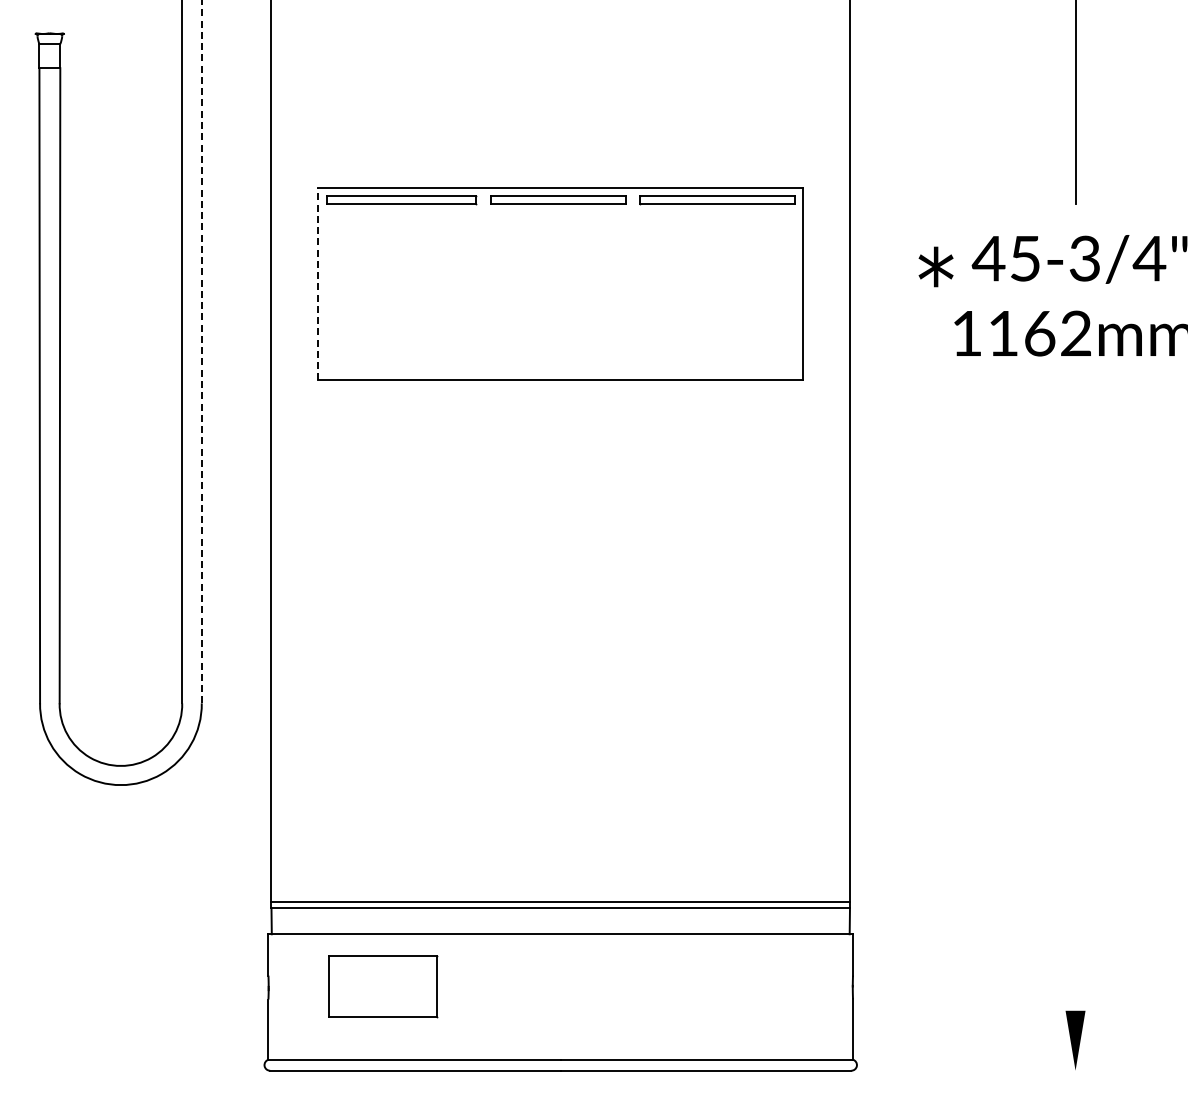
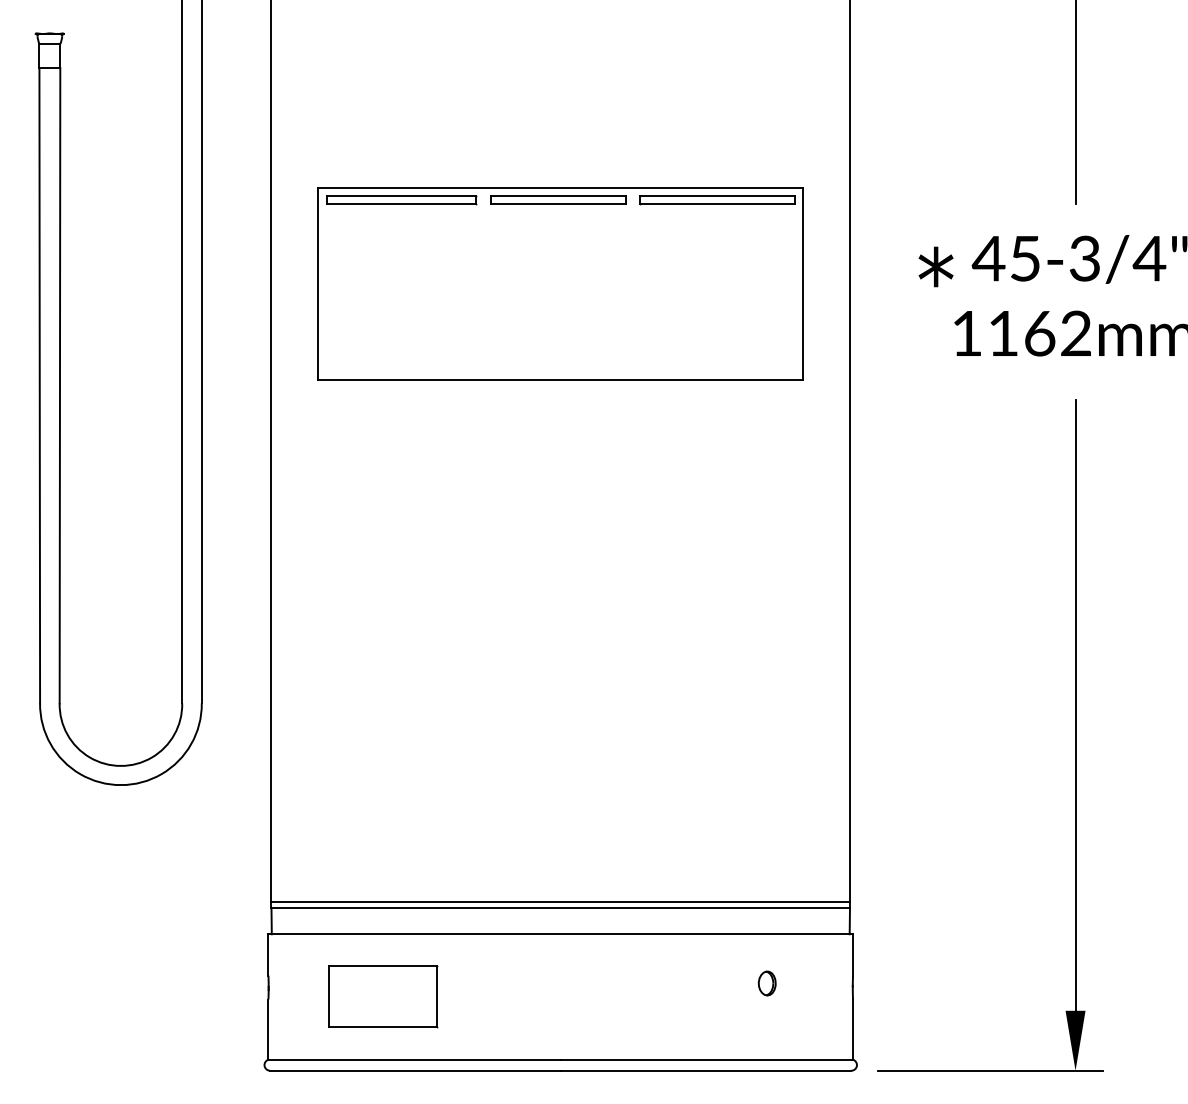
line at (318, 283): dashed -> solid
line at (201, 351): dashed -> solid
line at (1075, 705): none -> present
part at (766, 983): none -> present
part at (383, 986) position: (383, 986) -> (383, 996)
line at (990, 1070): none -> present
